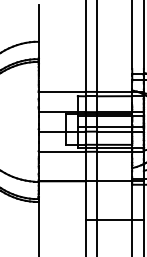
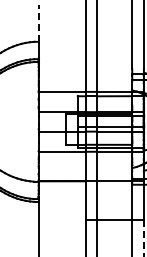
line at (38, 23): solid -> dashed
line at (143, 238): solid -> dashed
